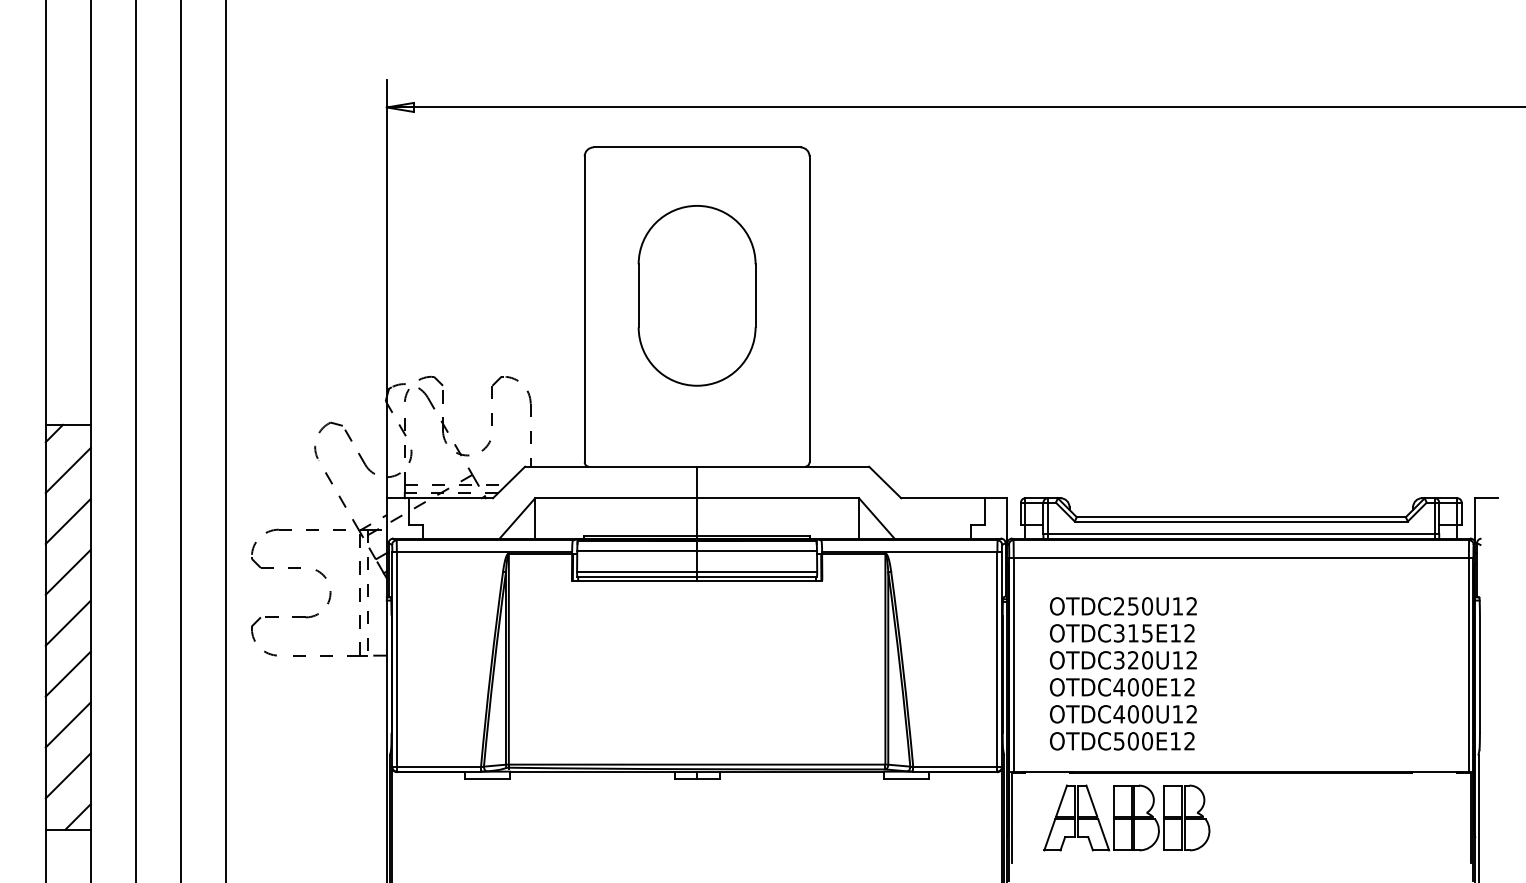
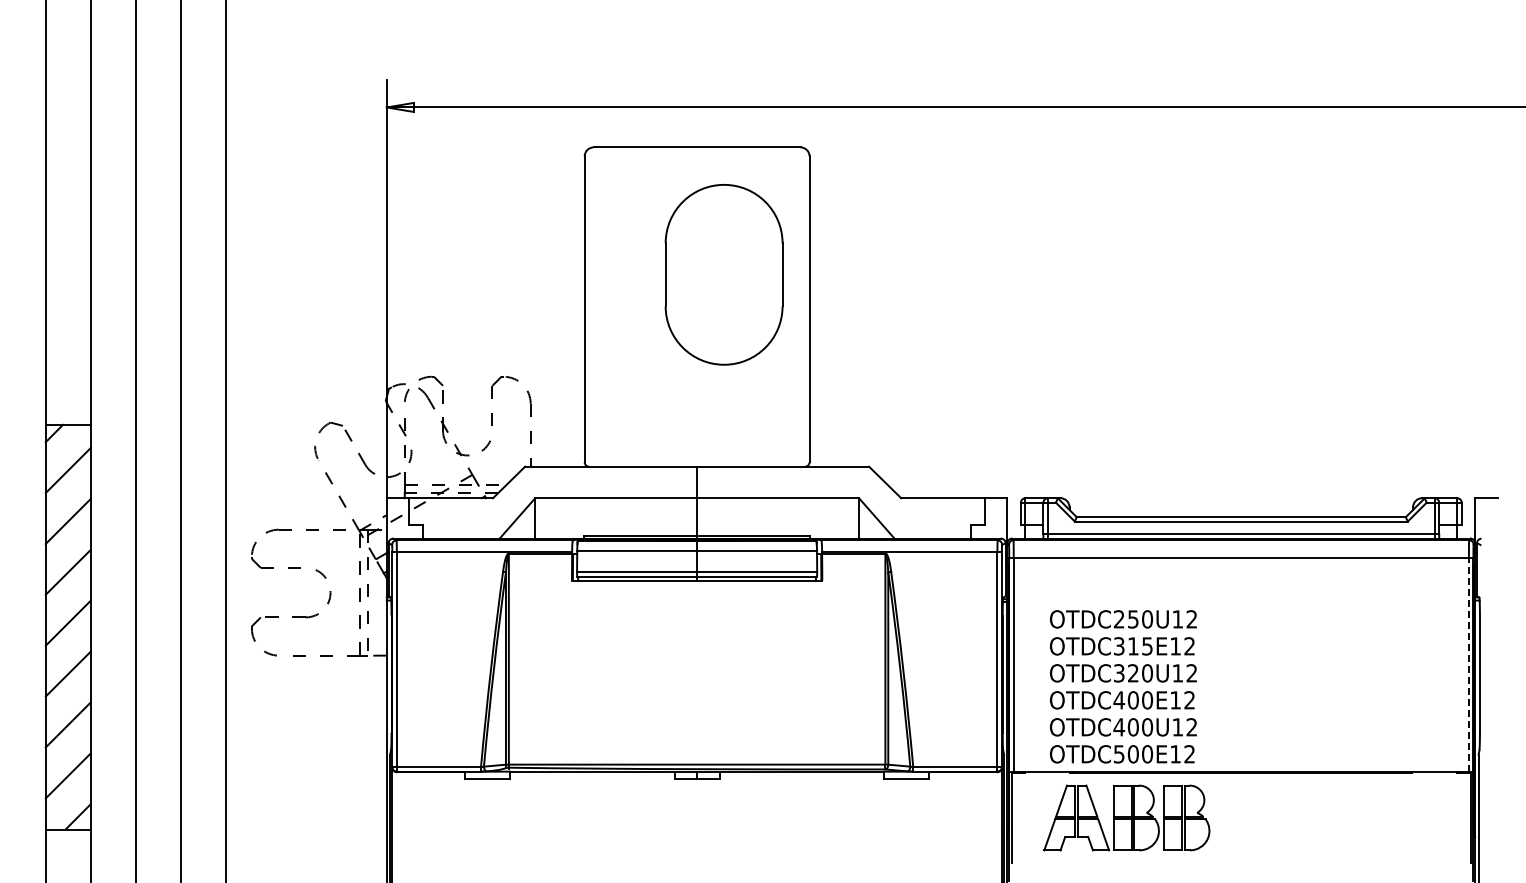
part at (696, 295) position: (696, 295) -> (723, 274)
line at (1468, 665): solid -> dashed
text at (1122, 673) position: (1122, 673) -> (1122, 686)
